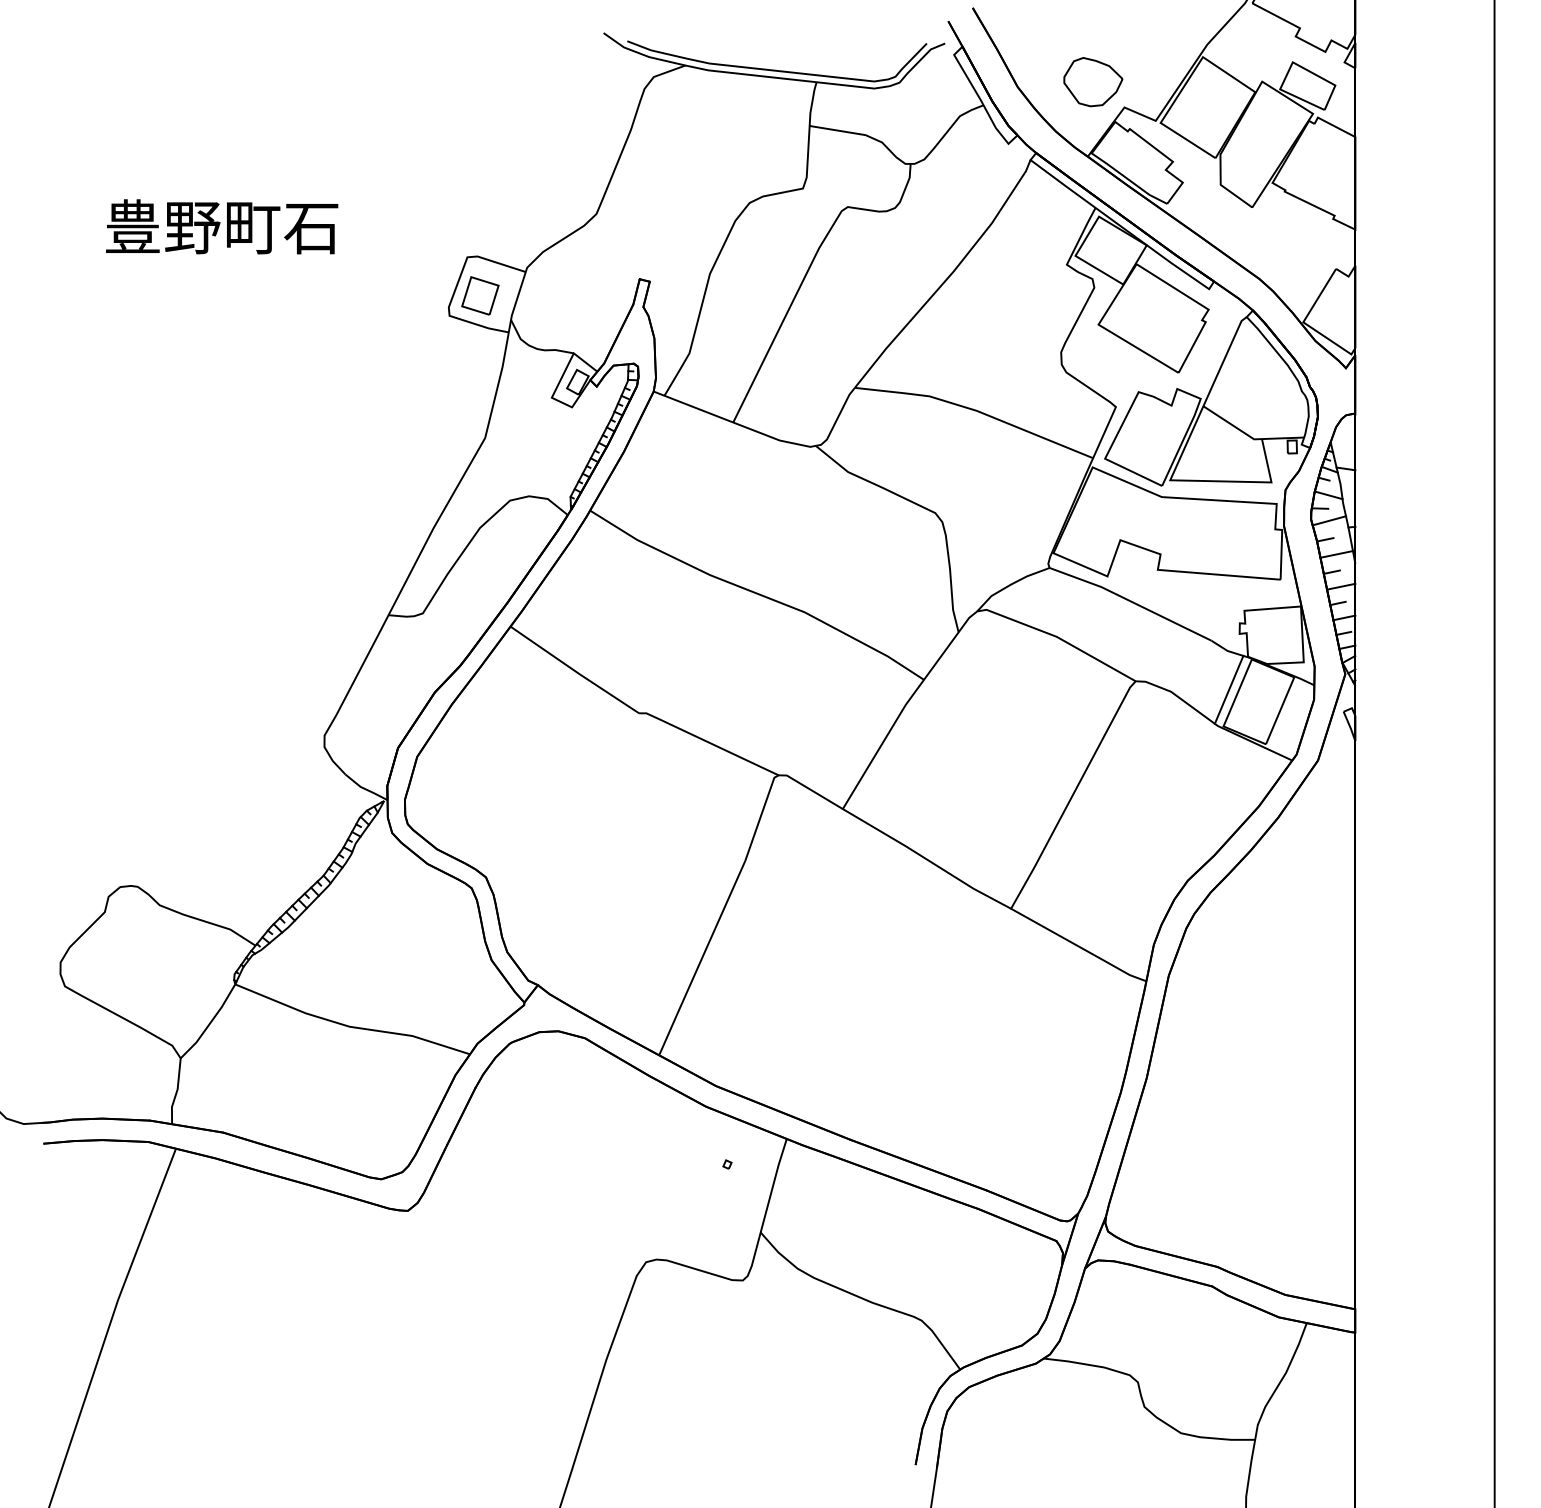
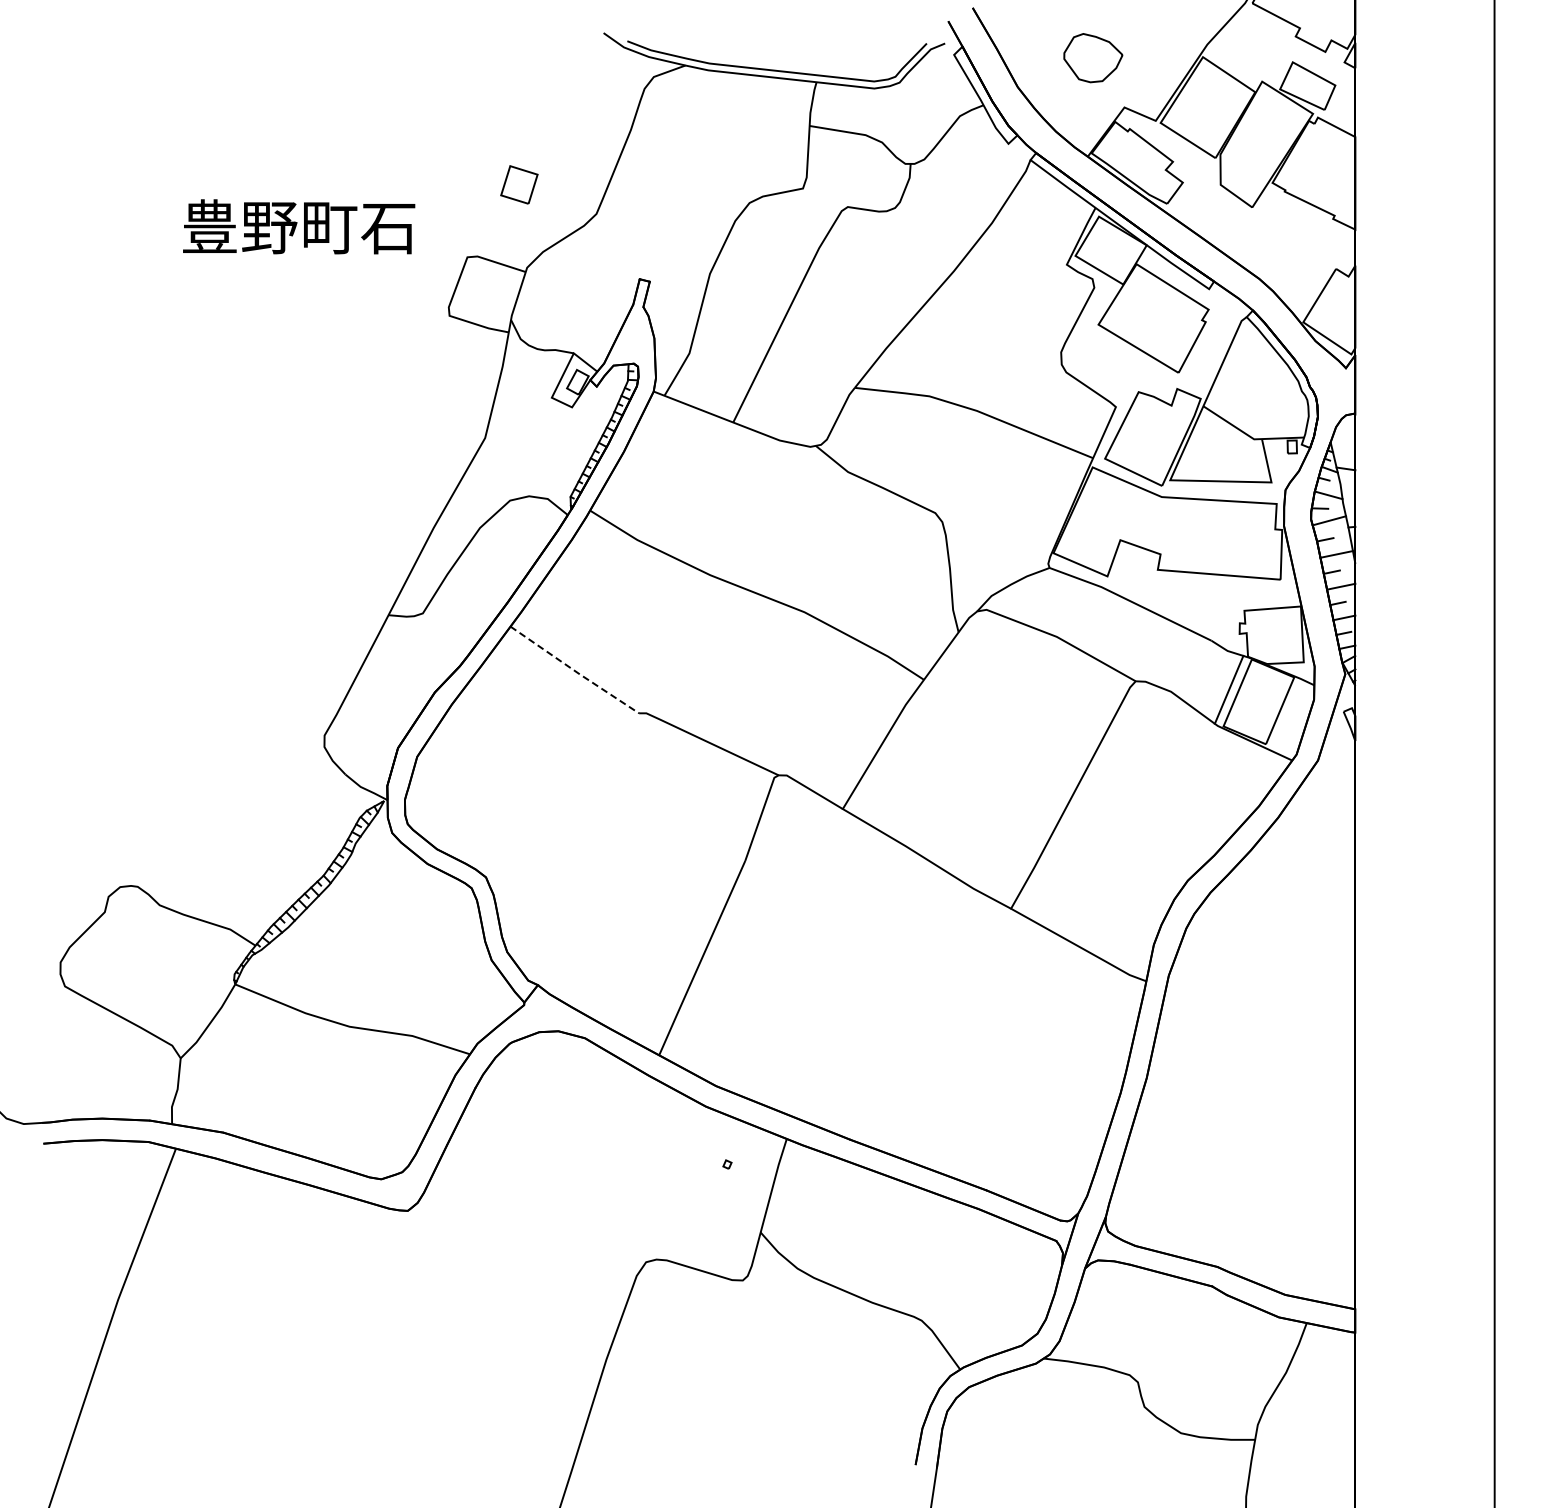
part at (1093, 82) position: (1093, 82) -> (1093, 58)
text at (222, 226) position: (222, 226) -> (299, 226)
part at (480, 295) position: (480, 295) -> (519, 184)
line at (574, 670): solid -> dashed
